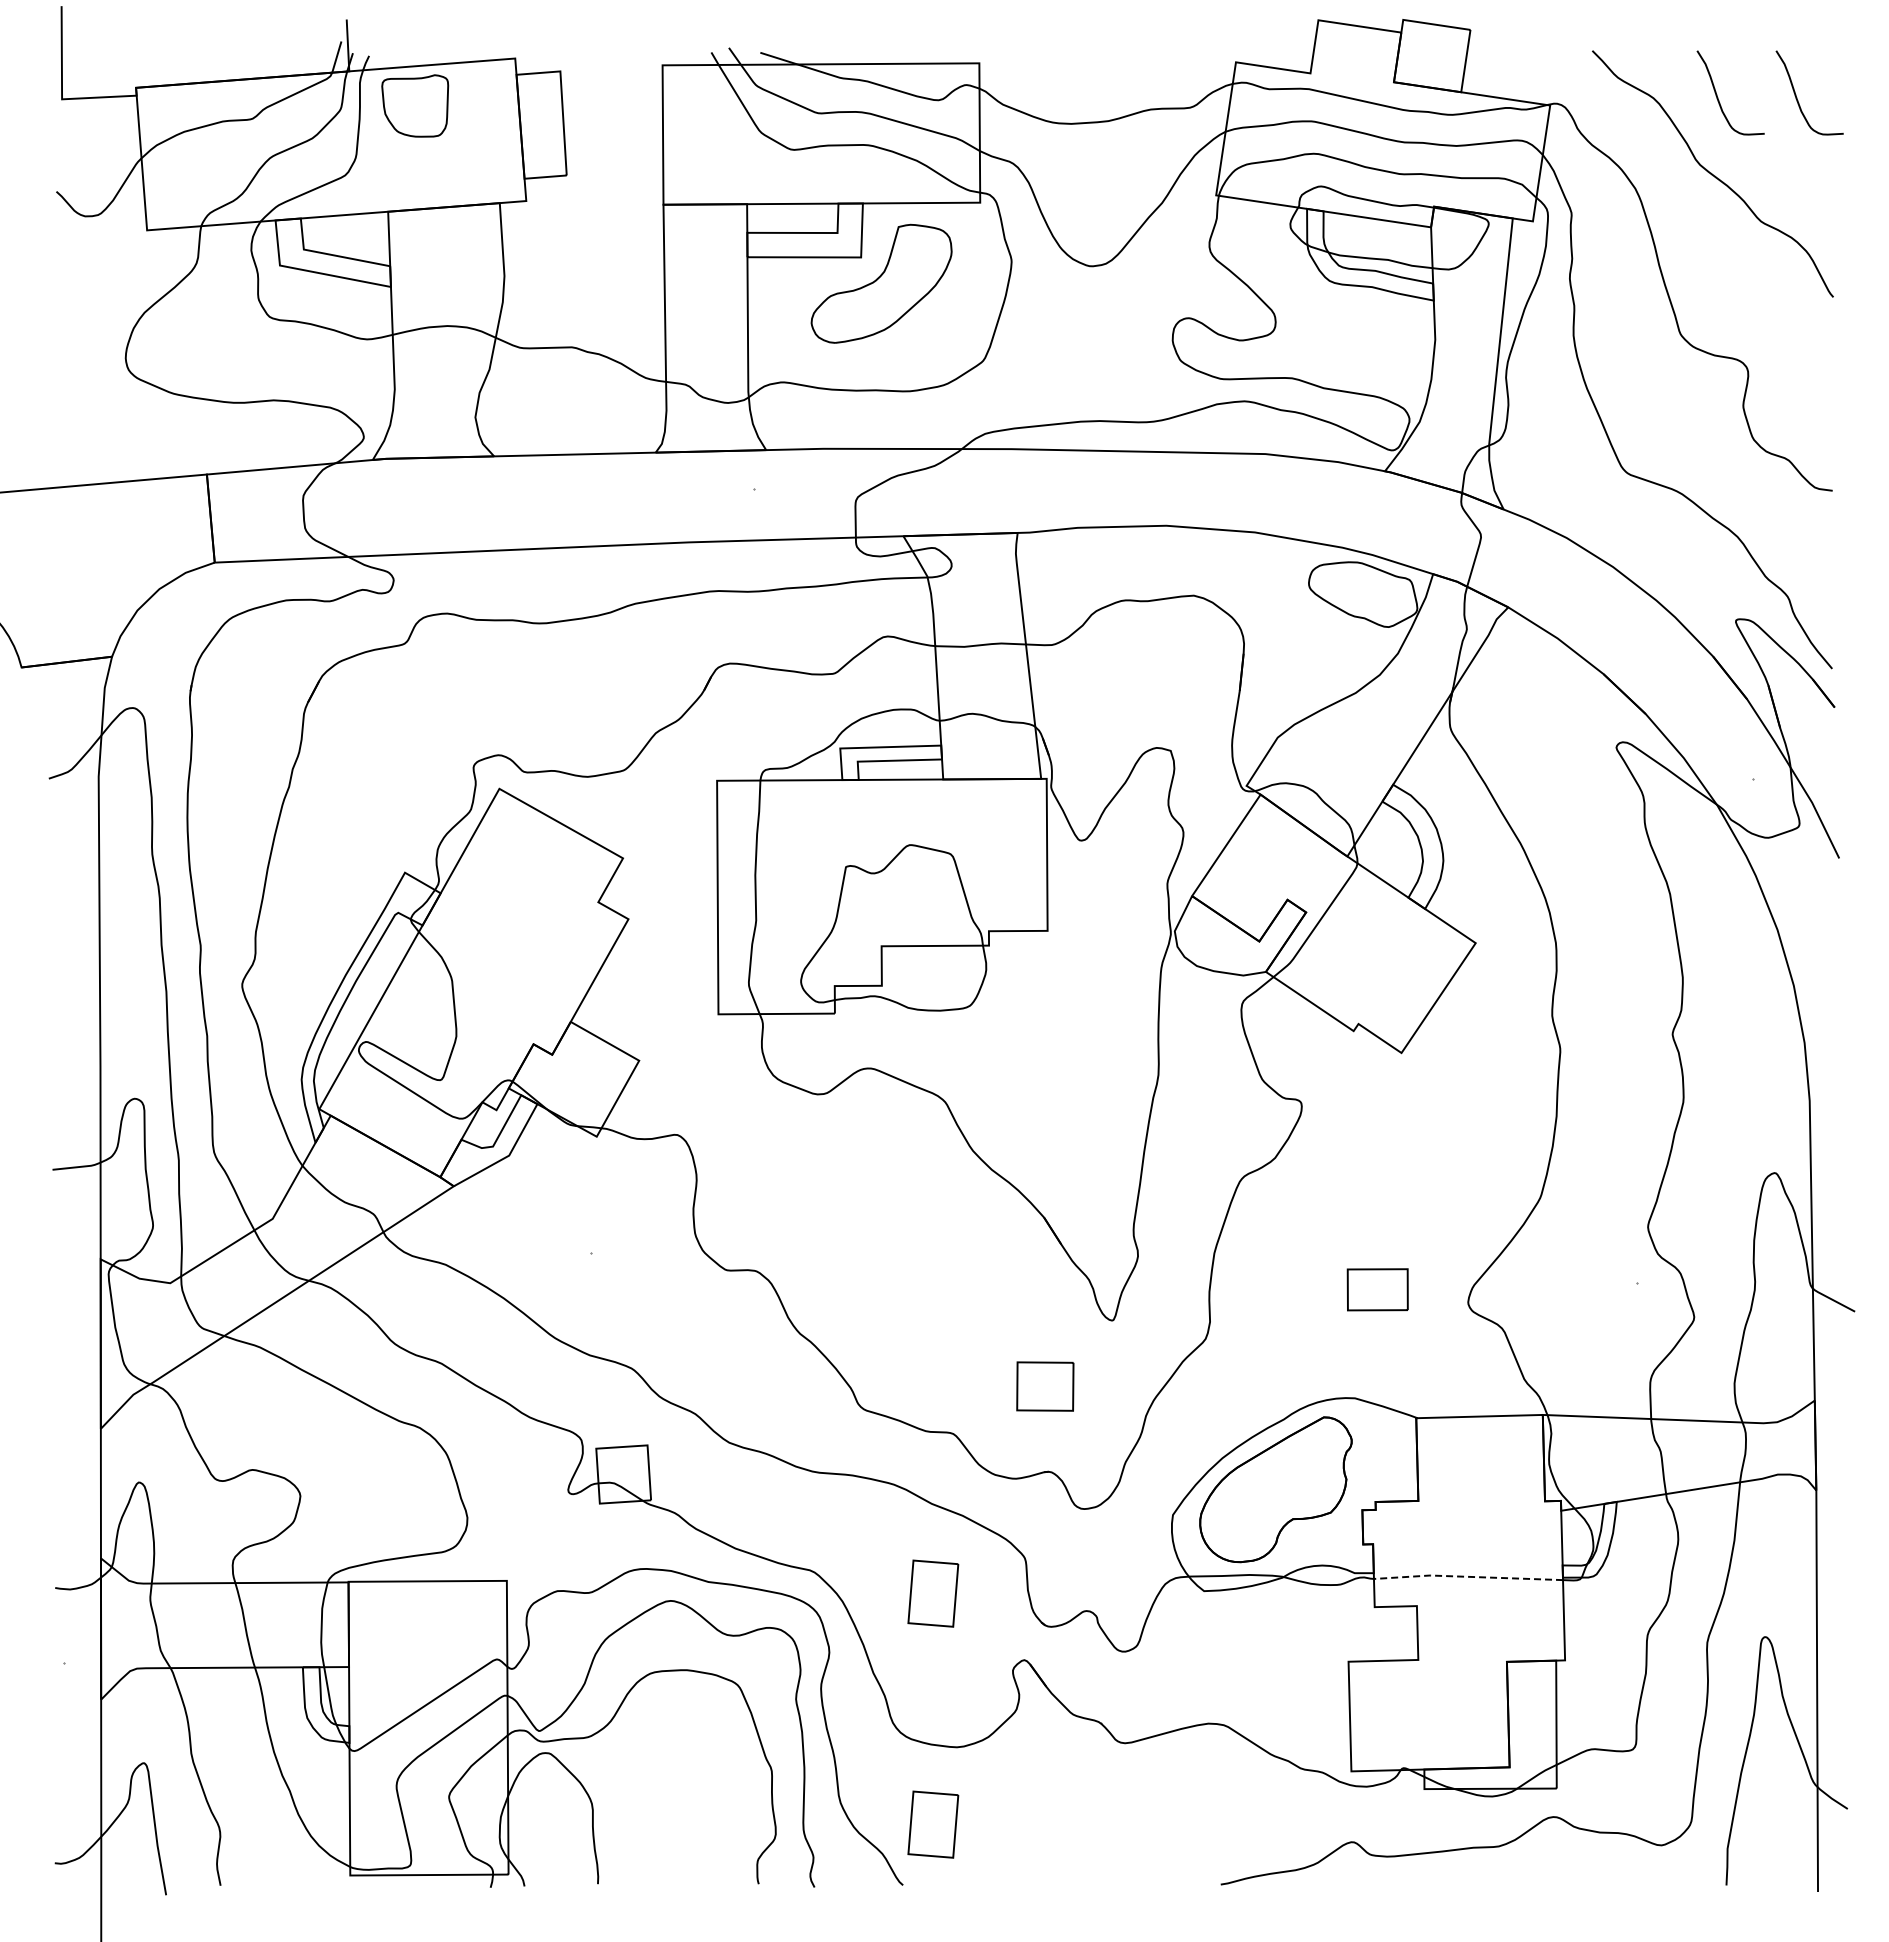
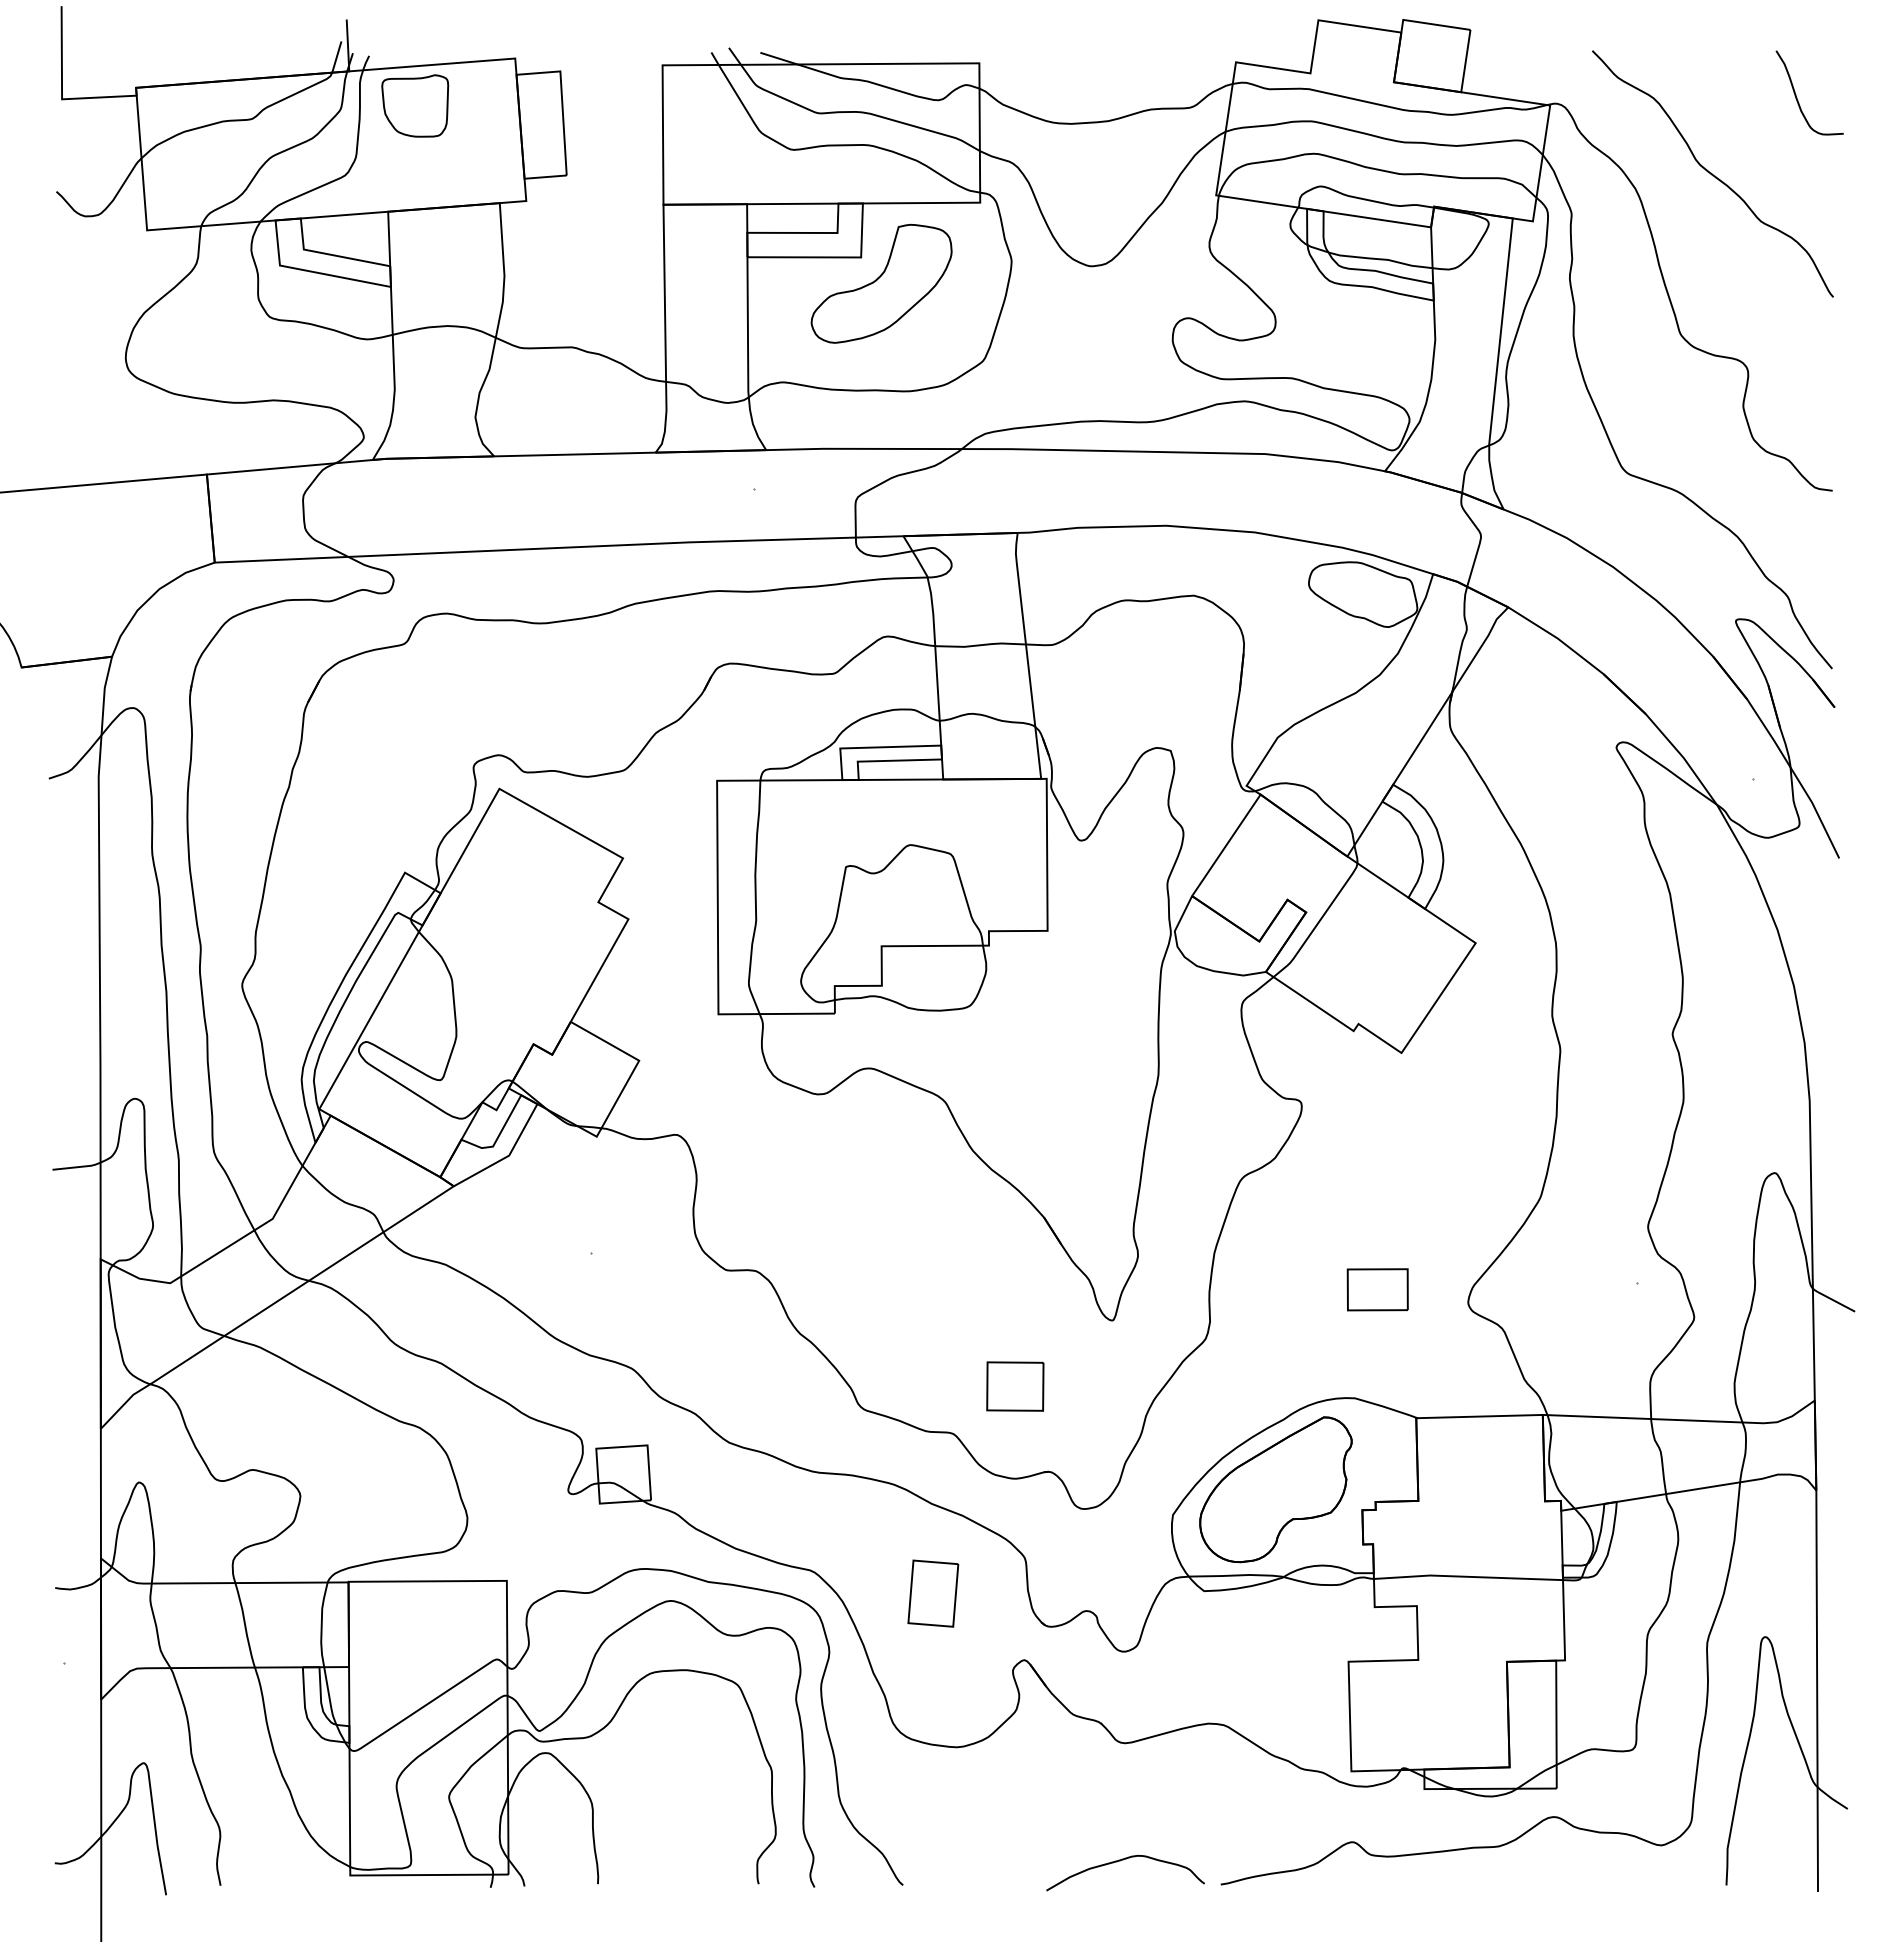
curve at (1718, 97): present -> none
part at (1045, 1386) position: (1045, 1386) -> (1015, 1386)
line at (1467, 1576): dashed -> solid
part at (933, 1824): present -> none
curve at (1120, 1861): none -> present
